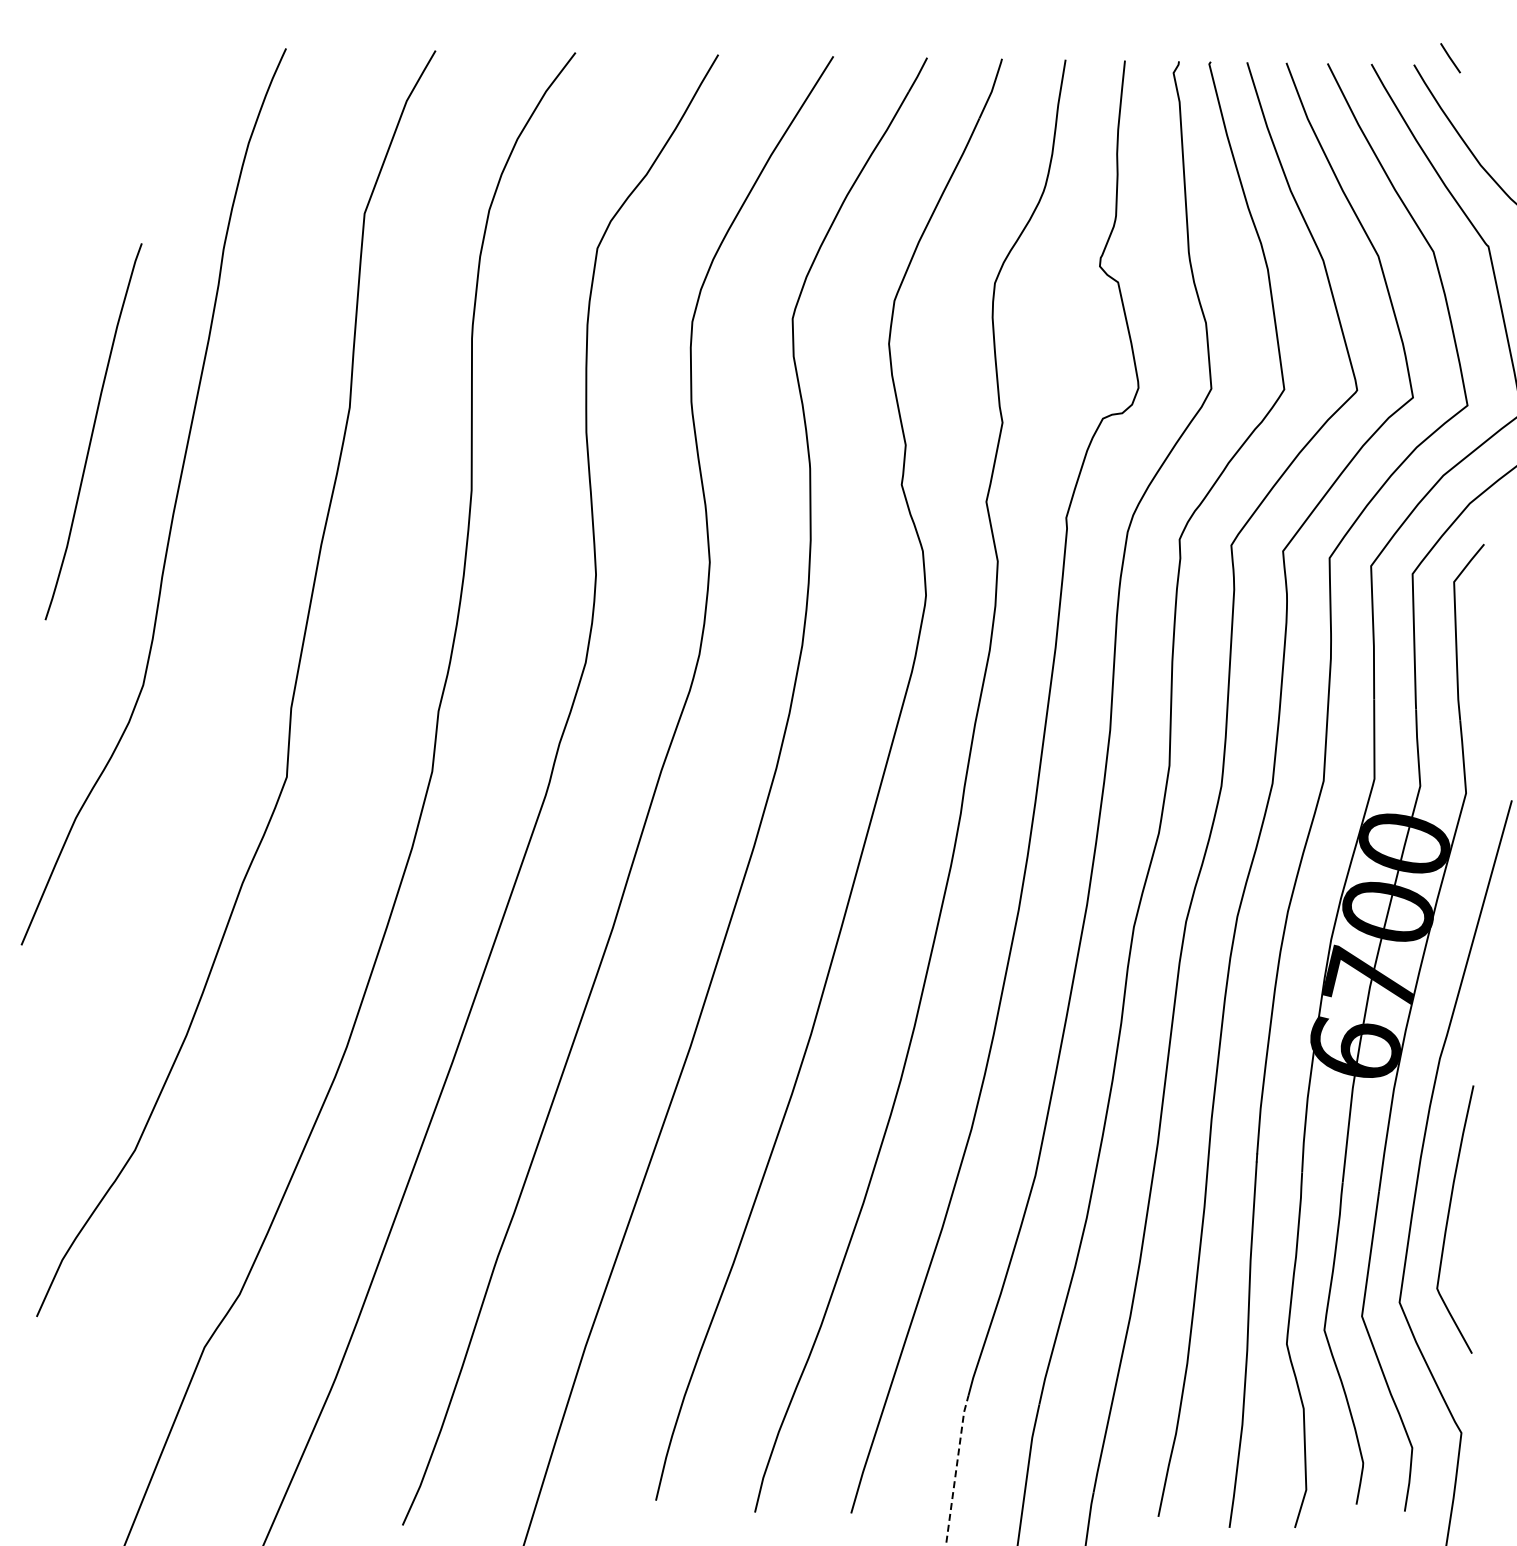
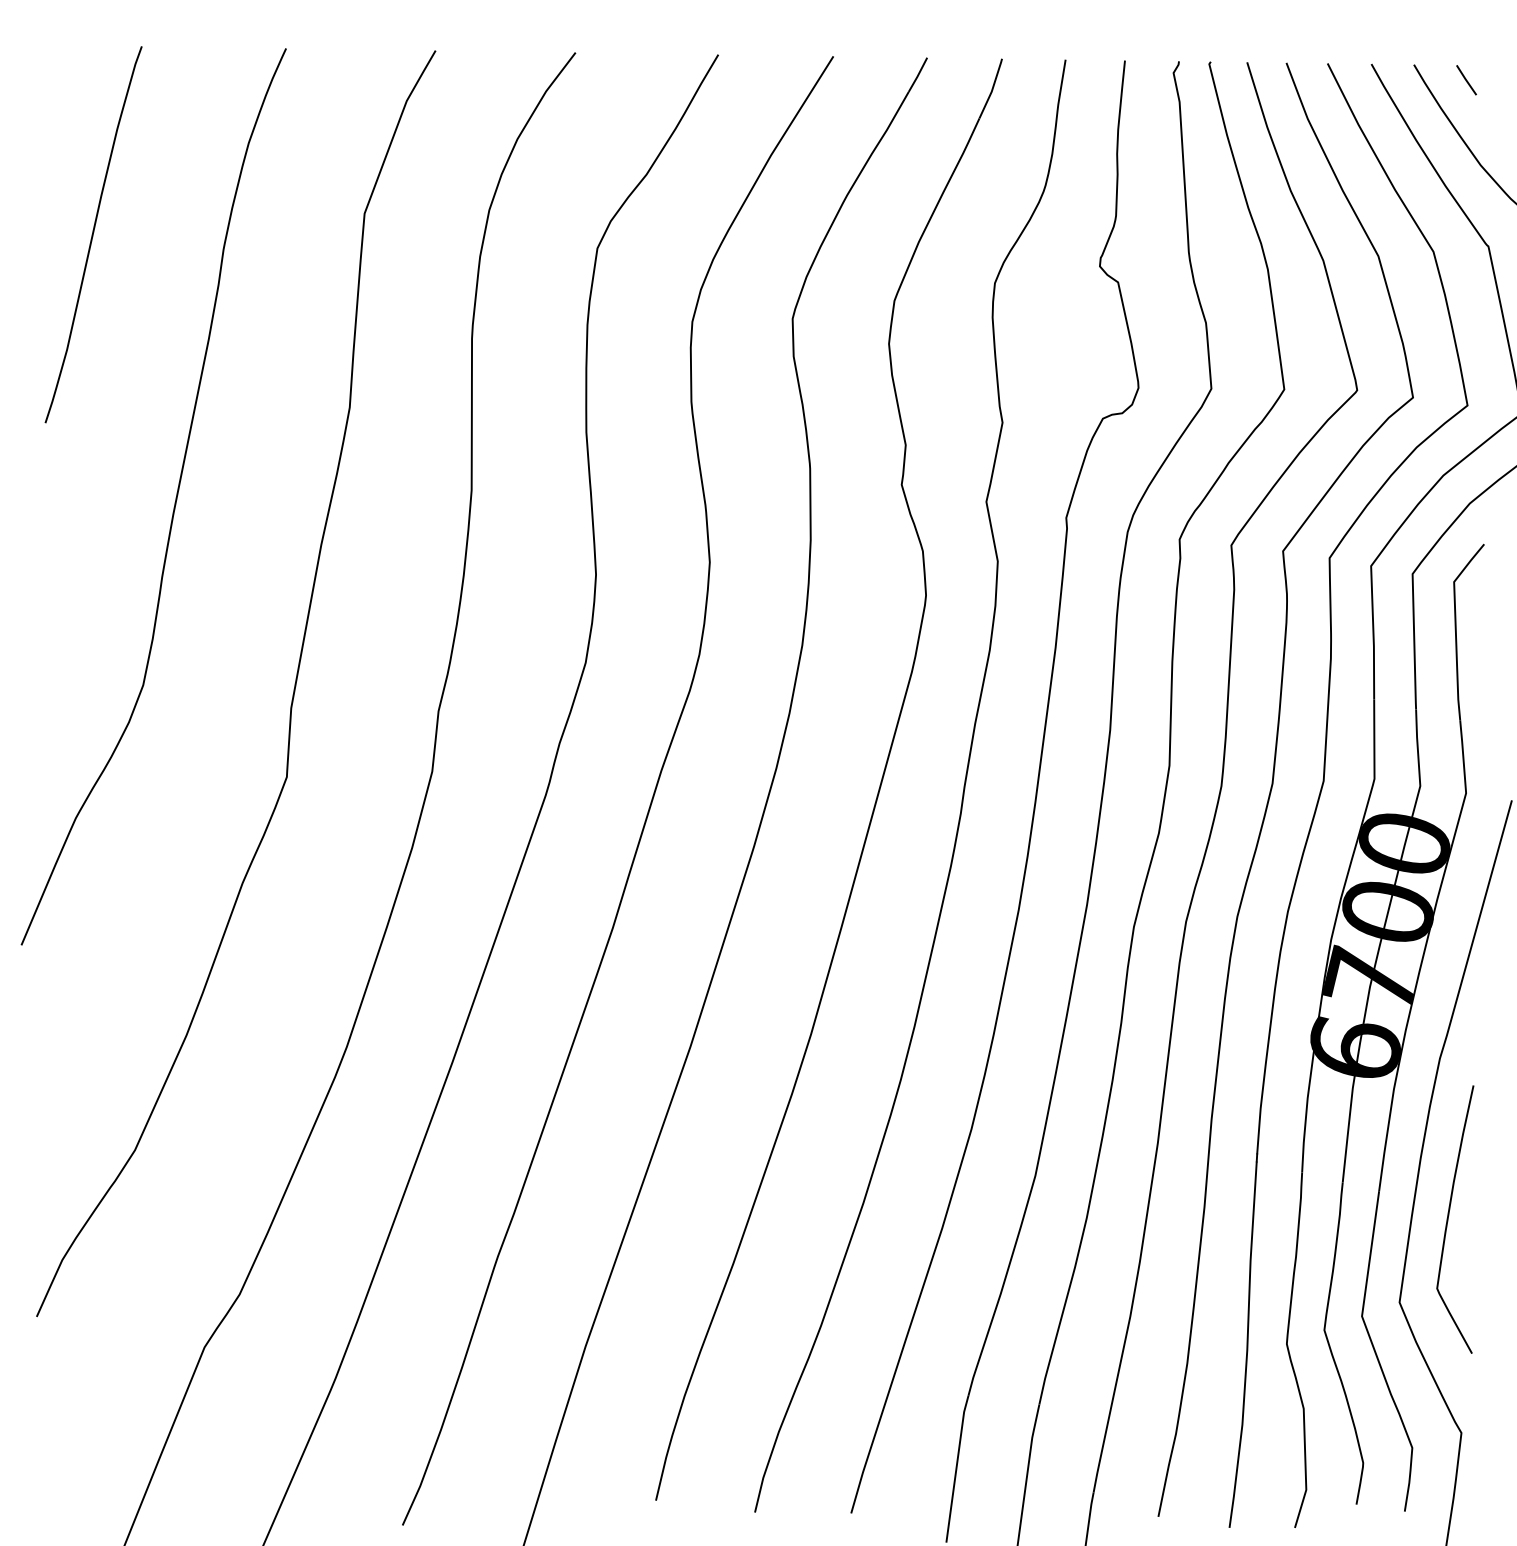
line at (1450, 58) position: (1450, 58) -> (1466, 80)
curve at (93, 431) position: (93, 431) -> (93, 234)
line at (956, 1468): dashed -> solid
